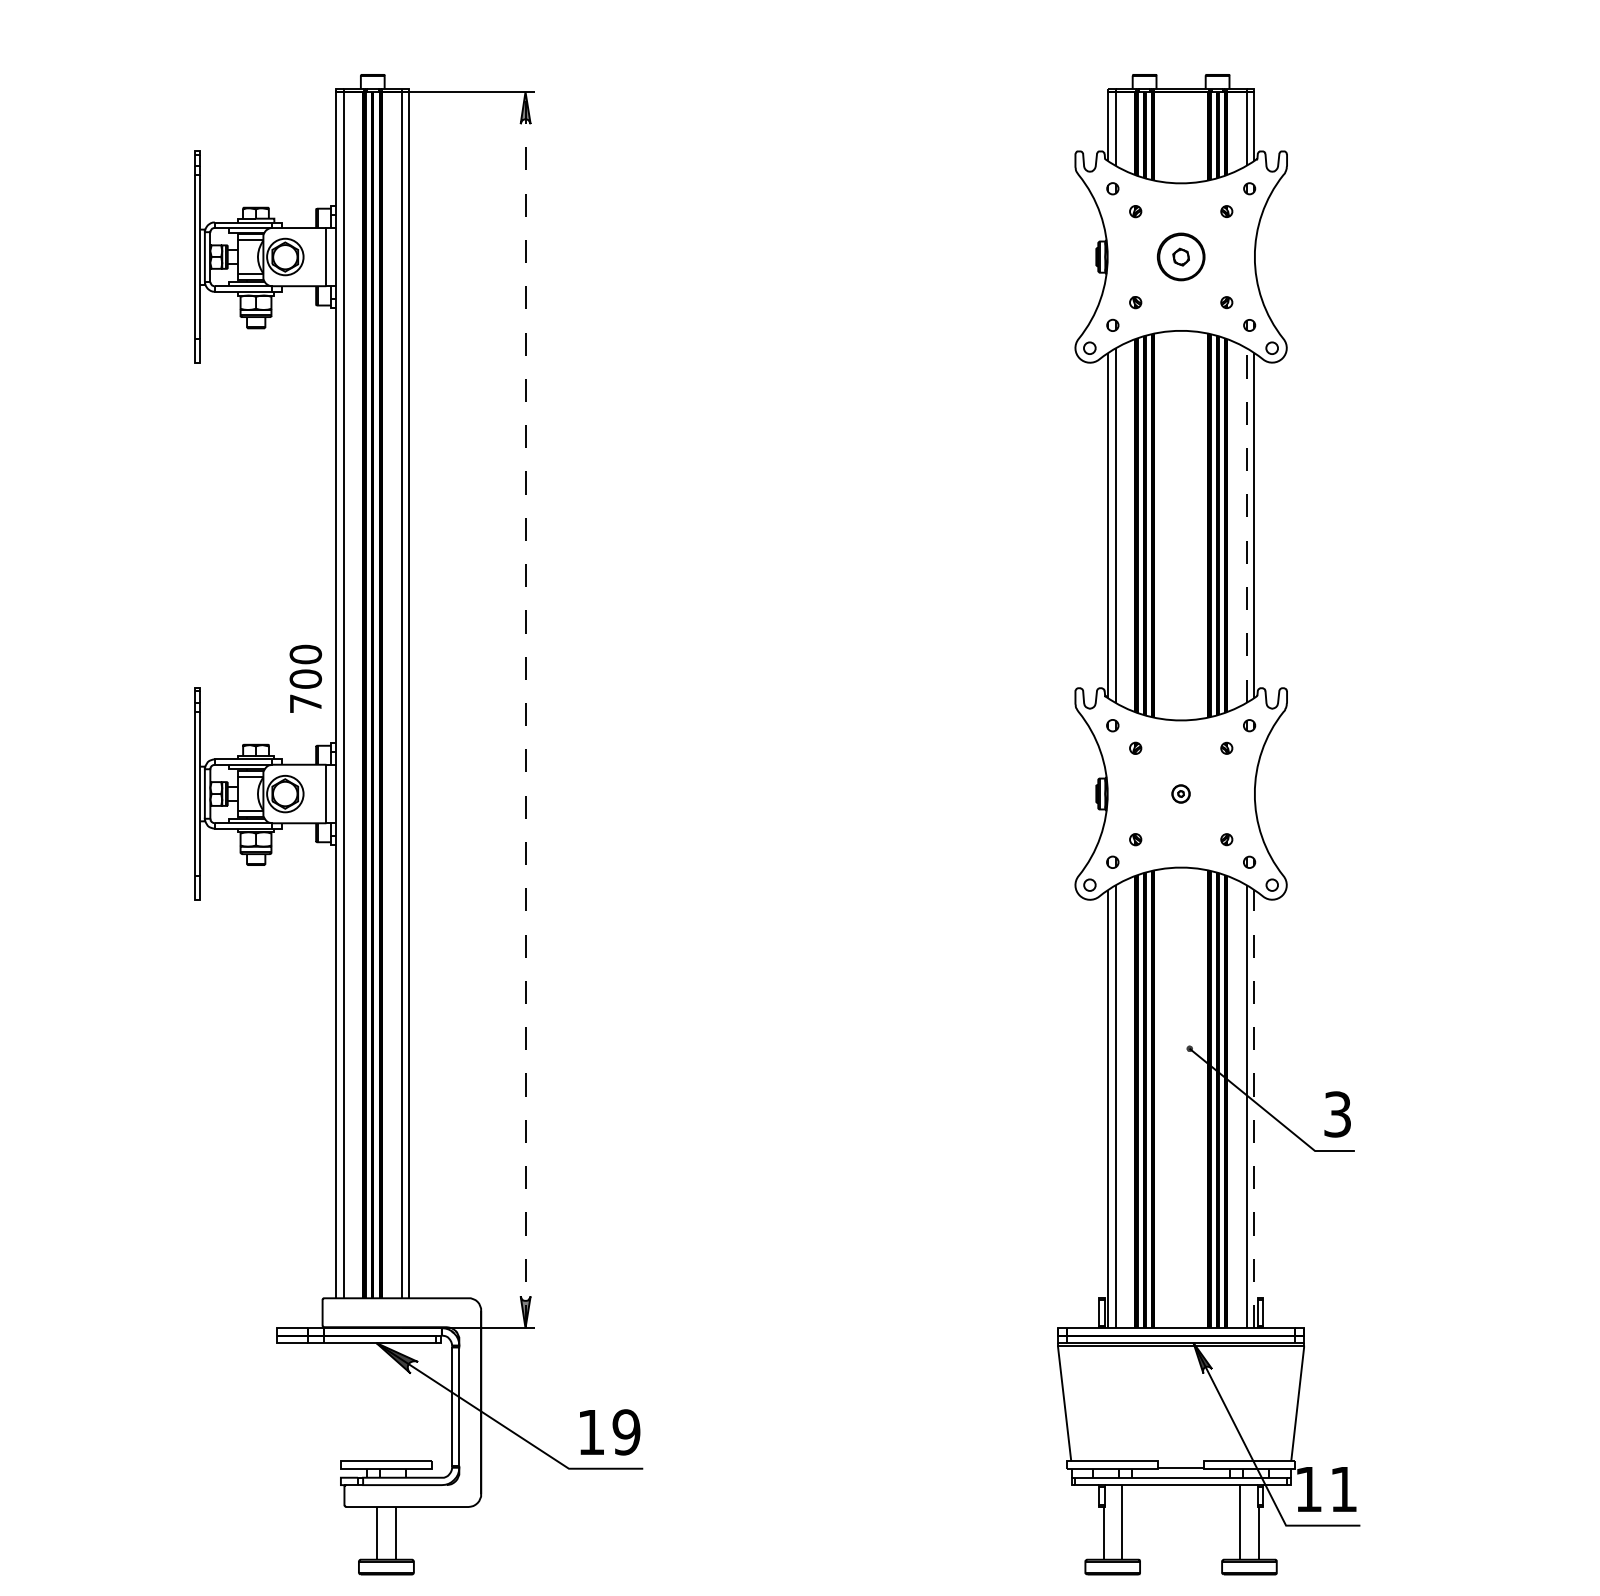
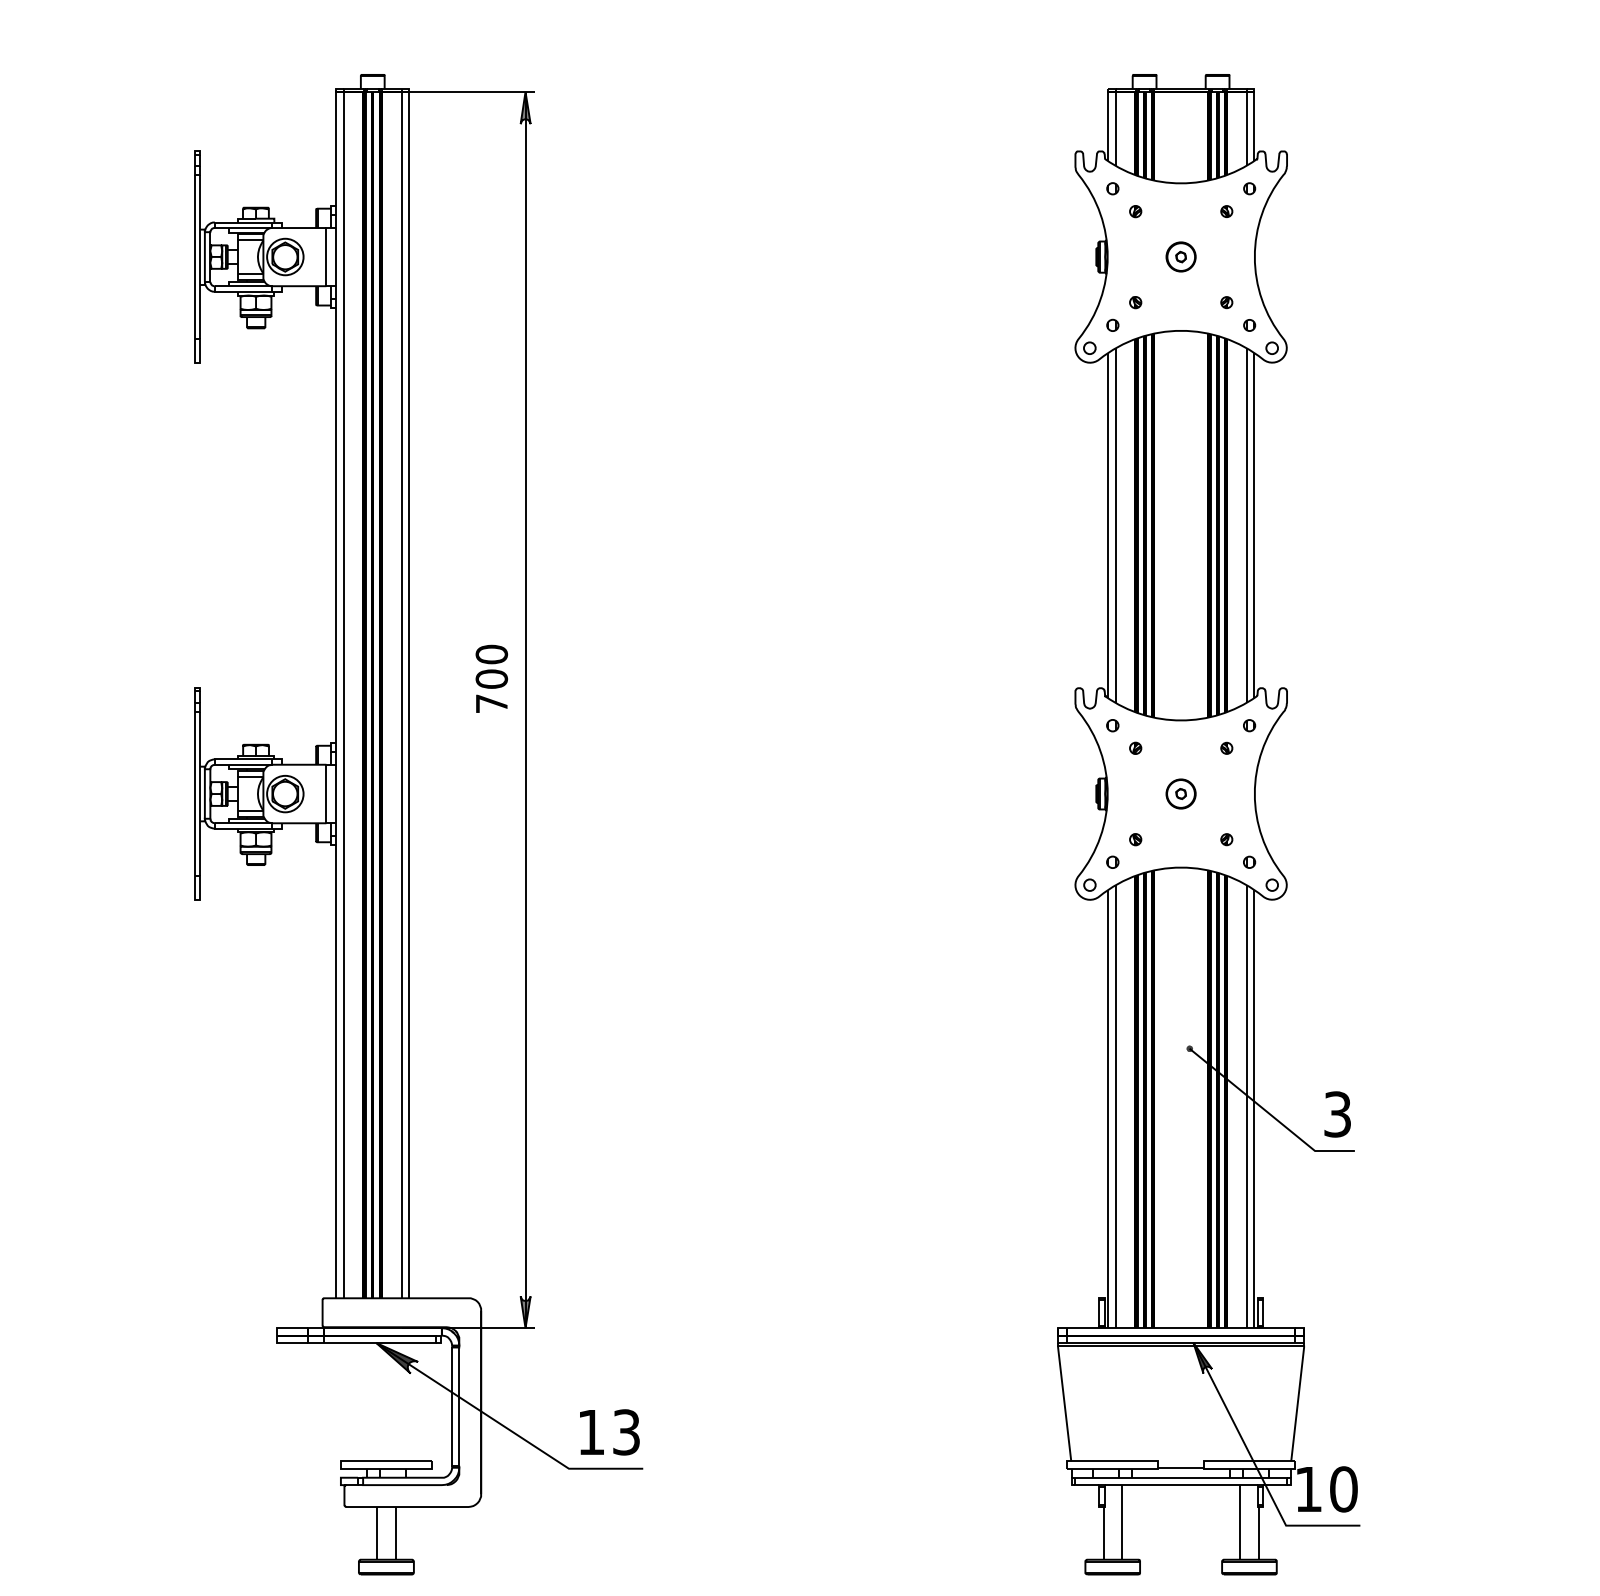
part at (1180, 256) size: 50x50 px -> 32x32 px
line at (1246, 524): dashed -> solid
text at (305, 678) position: (305, 678) -> (491, 678)
line at (525, 709): dashed -> solid
part at (1180, 793) size: 20x20 px -> 32x32 px
line at (1253, 1108): dashed -> solid
text at (626, 1432): 19 -> 13
text at (1343, 1489): 11 -> 10
